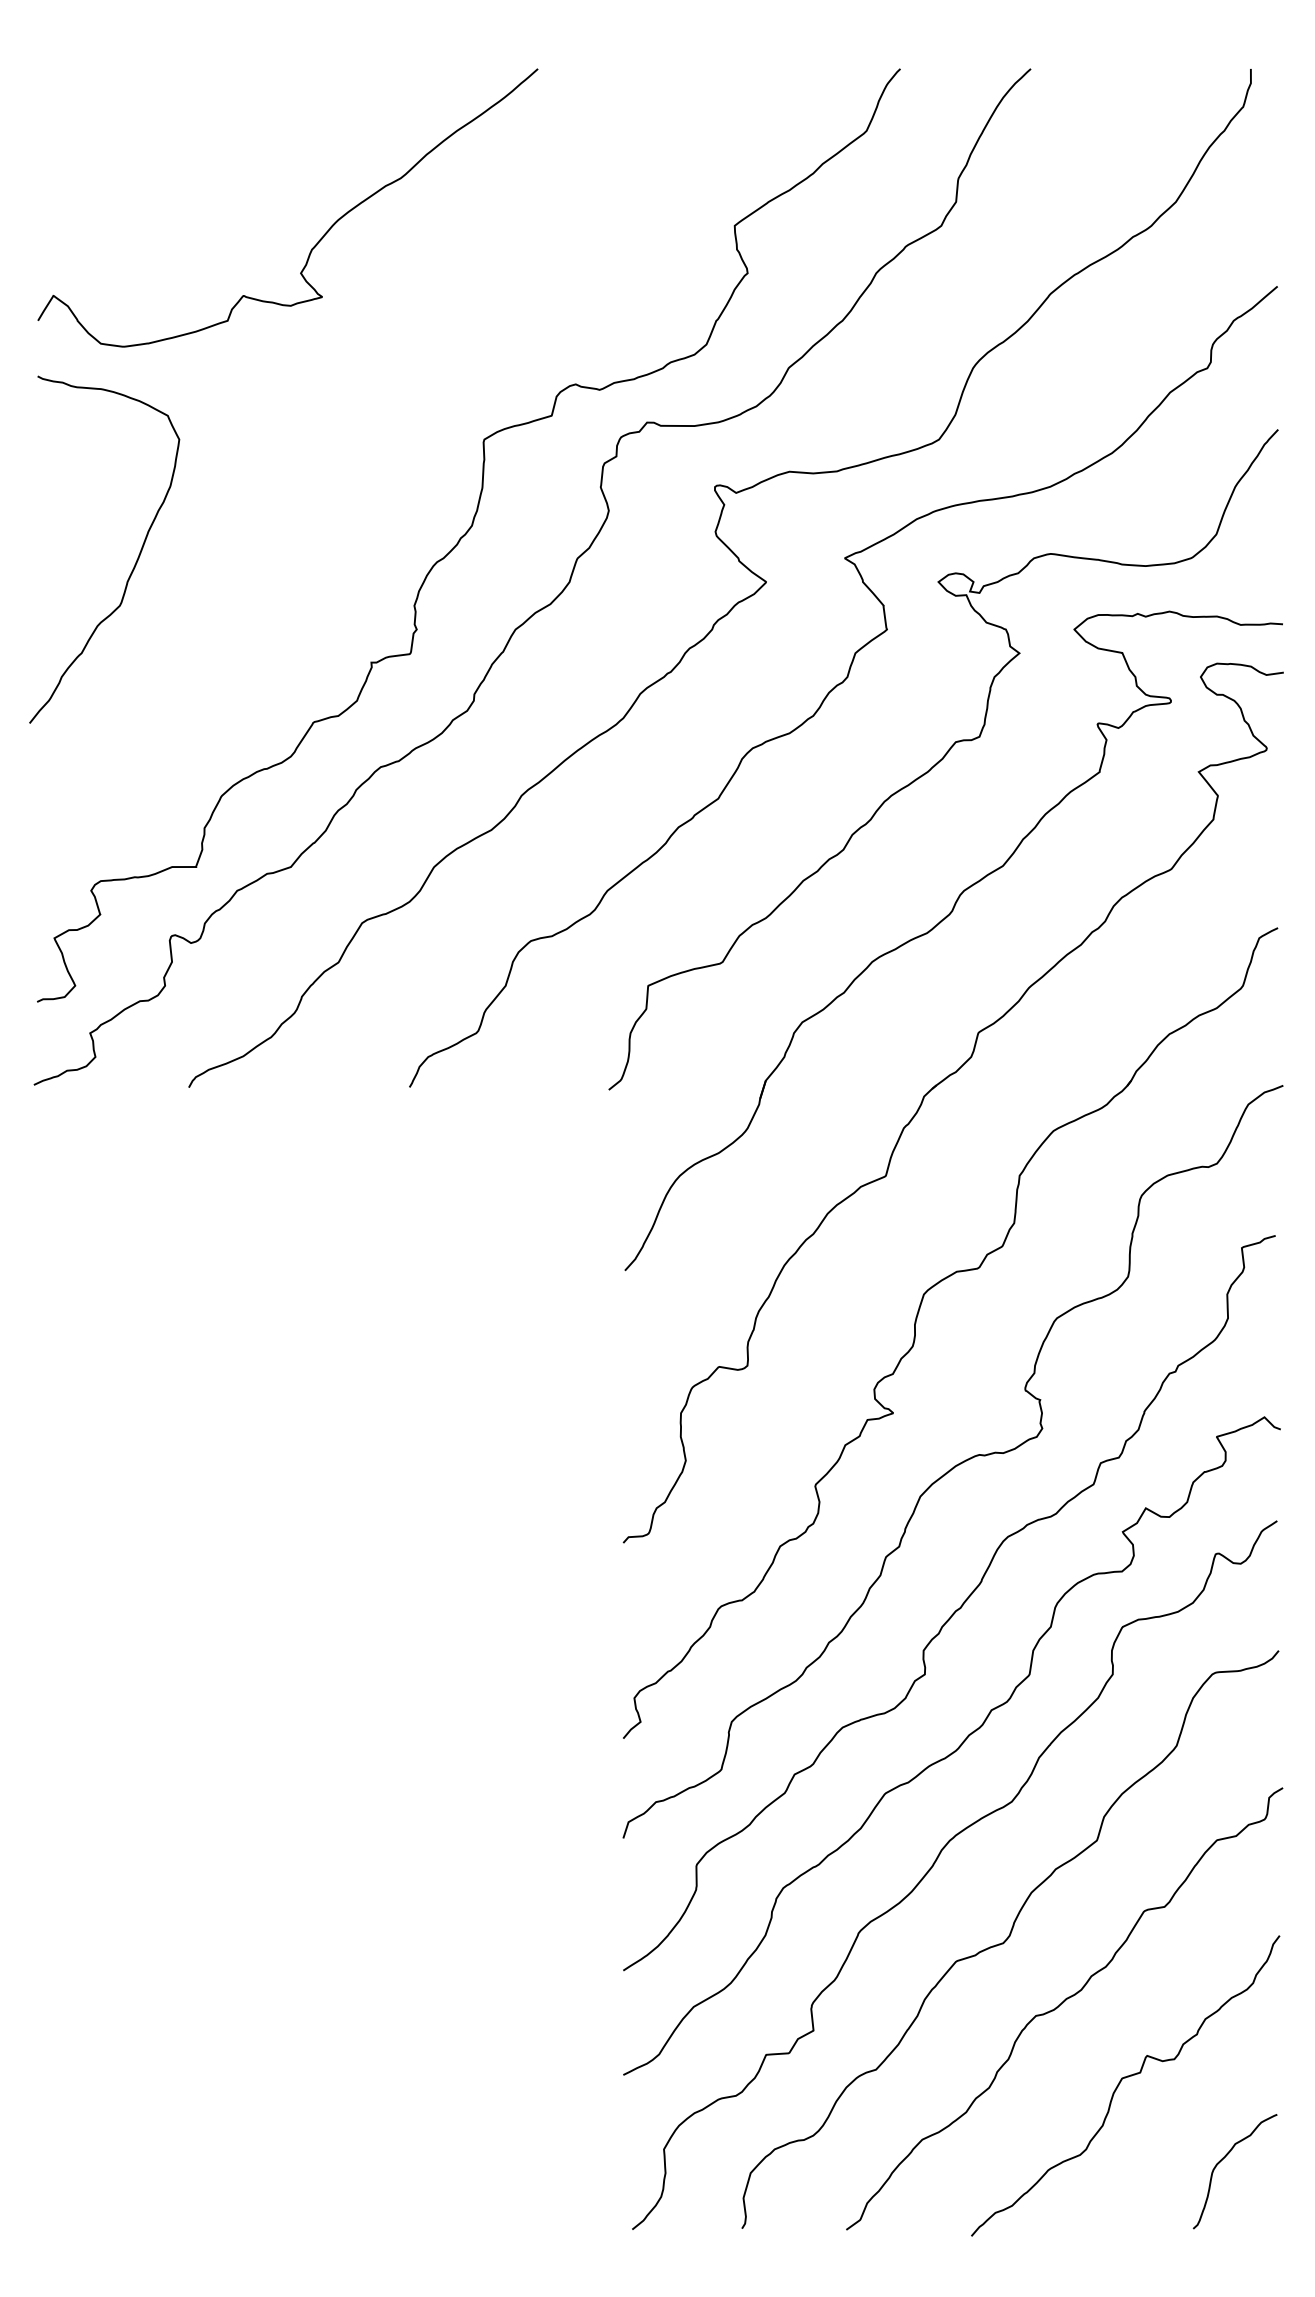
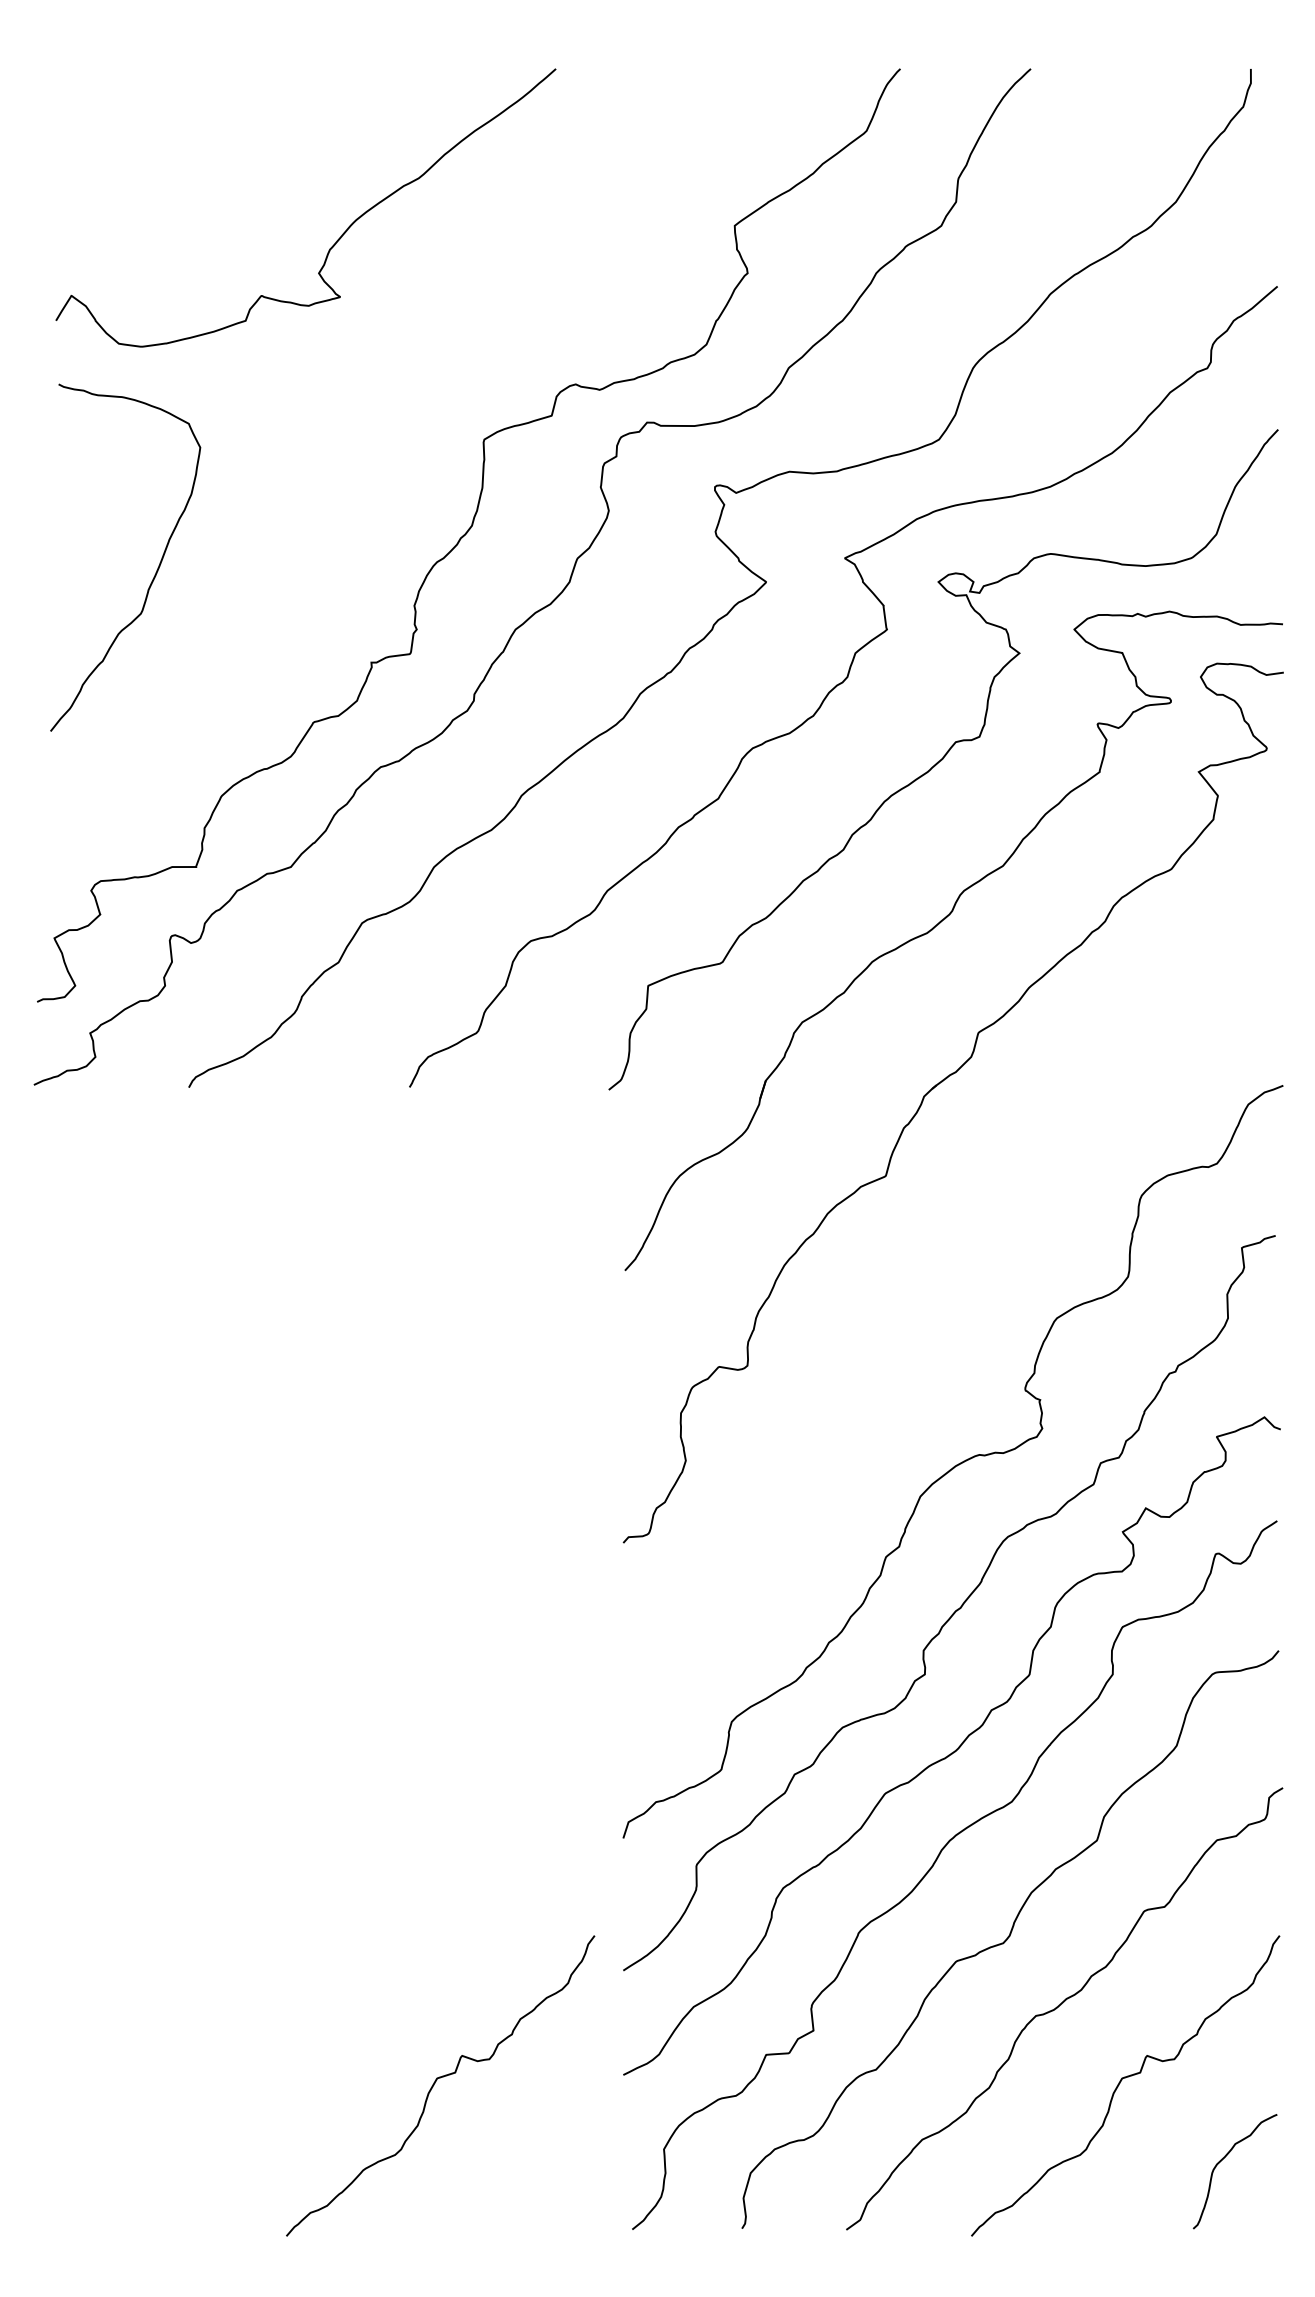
curve at (324, 233) position: (324, 233) -> (342, 233)
curve at (136, 559) position: (136, 559) -> (157, 567)
part at (915, 1332): present -> none
curve at (435, 2083): none -> present
